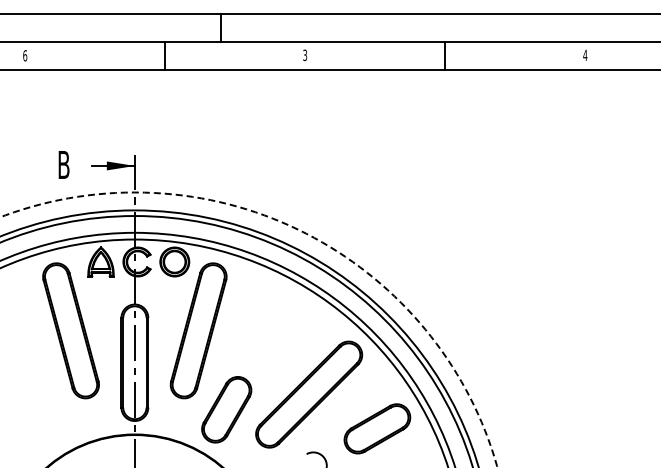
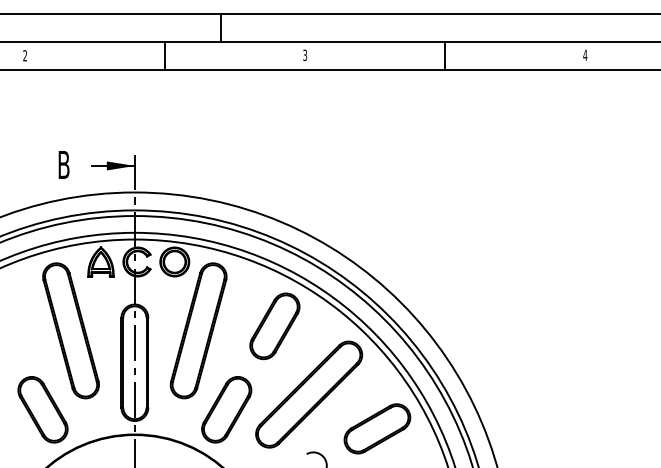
text at (25, 55): 6 -> 2
part at (274, 326): none -> present
circle at (248, 329): dashed -> solid
part at (42, 409): none -> present
